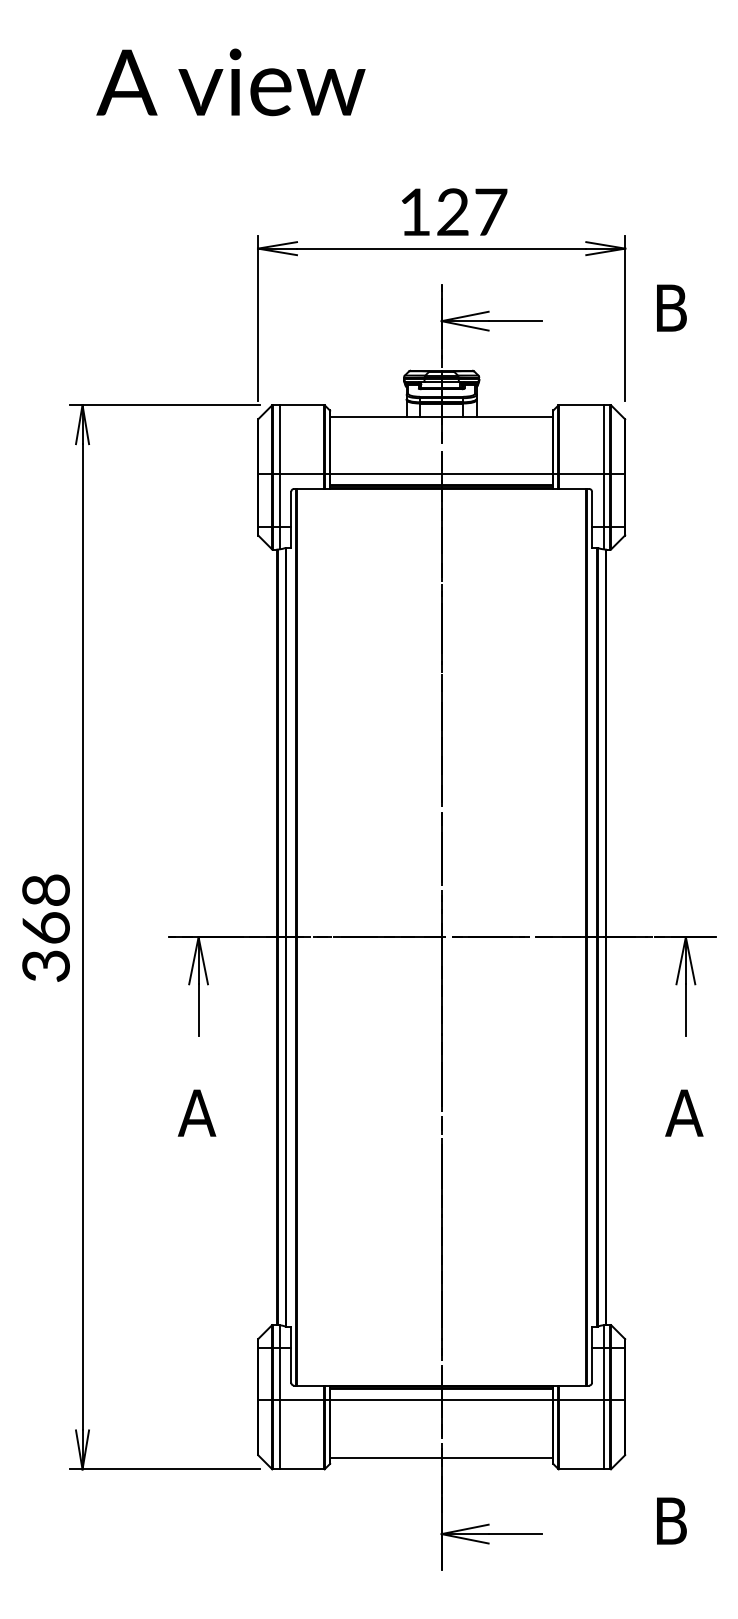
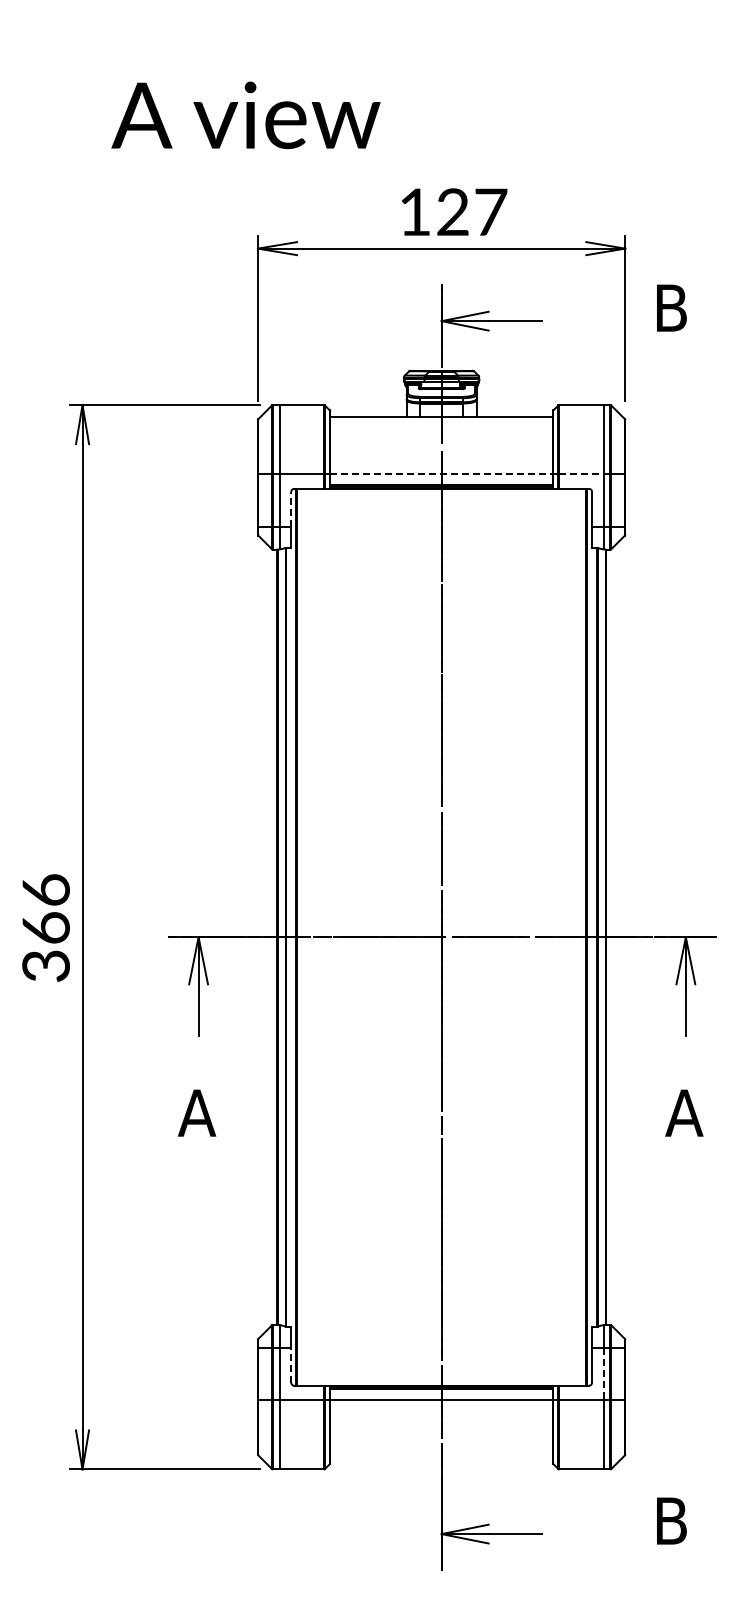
text at (230, 82) position: (230, 82) -> (245, 115)
line at (442, 474): solid -> dashed
line at (582, 474): solid -> dashed
line at (291, 508): solid -> dashed
text at (45, 889): 368 -> 366
line at (291, 1364): solid -> dashed
line at (603, 1374): solid -> dashed
line at (441, 1457): present -> none
